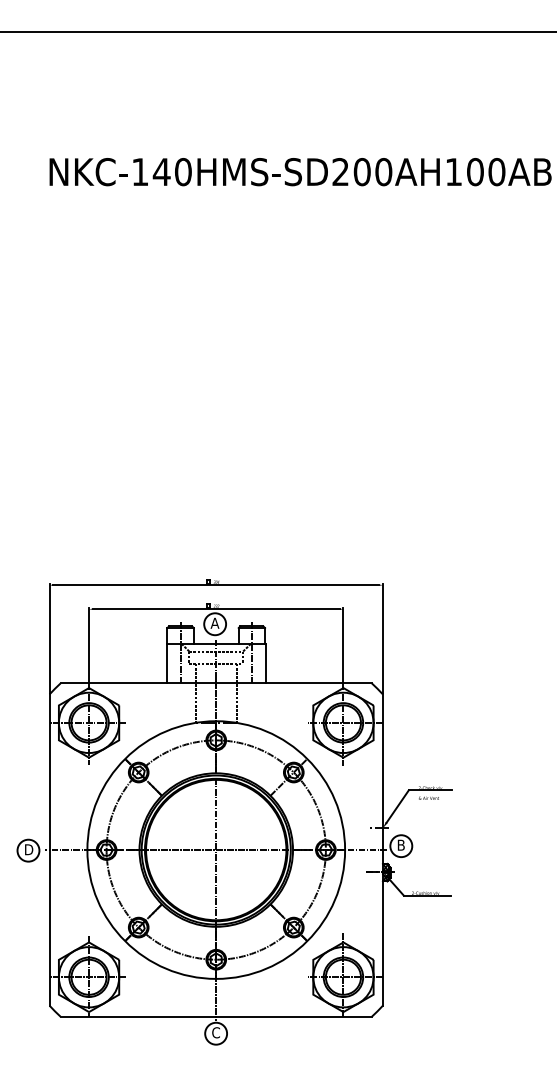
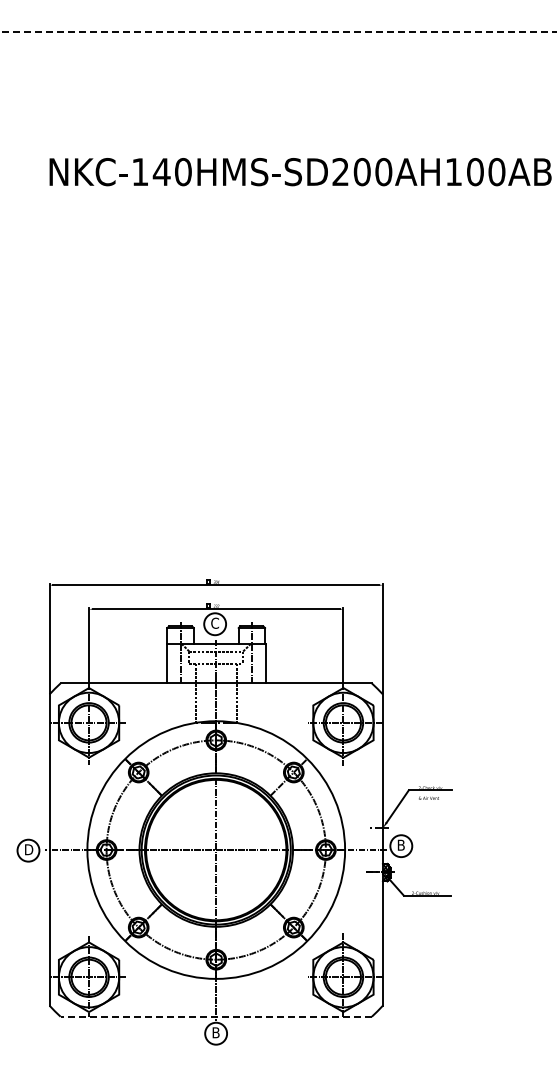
line at (278, 32): solid -> dashed
text at (214, 622): A -> C
line at (216, 1016): solid -> dashed
text at (215, 1032): C -> B
